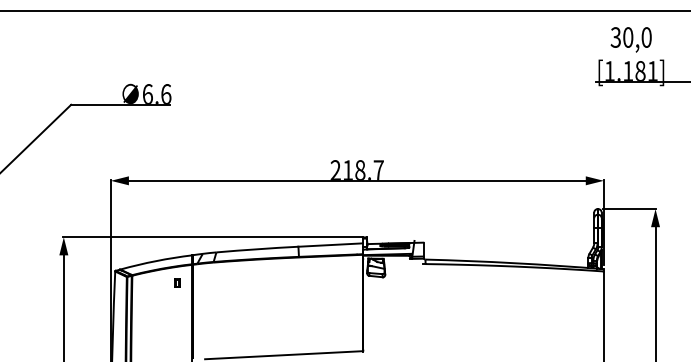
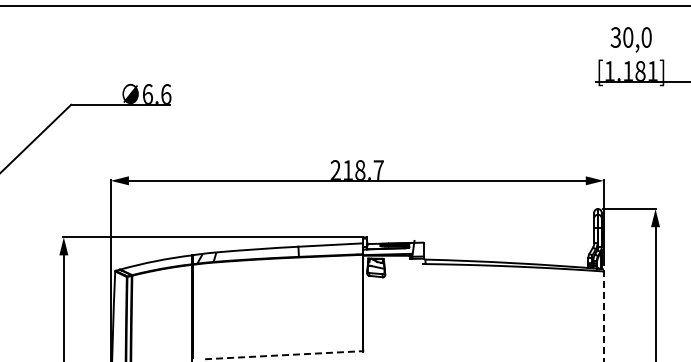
line at (344, 10) position: (344, 10) -> (344, 5)
part at (177, 282): present -> none
line at (603, 315): solid -> dashed
line at (284, 355): solid -> dashed
